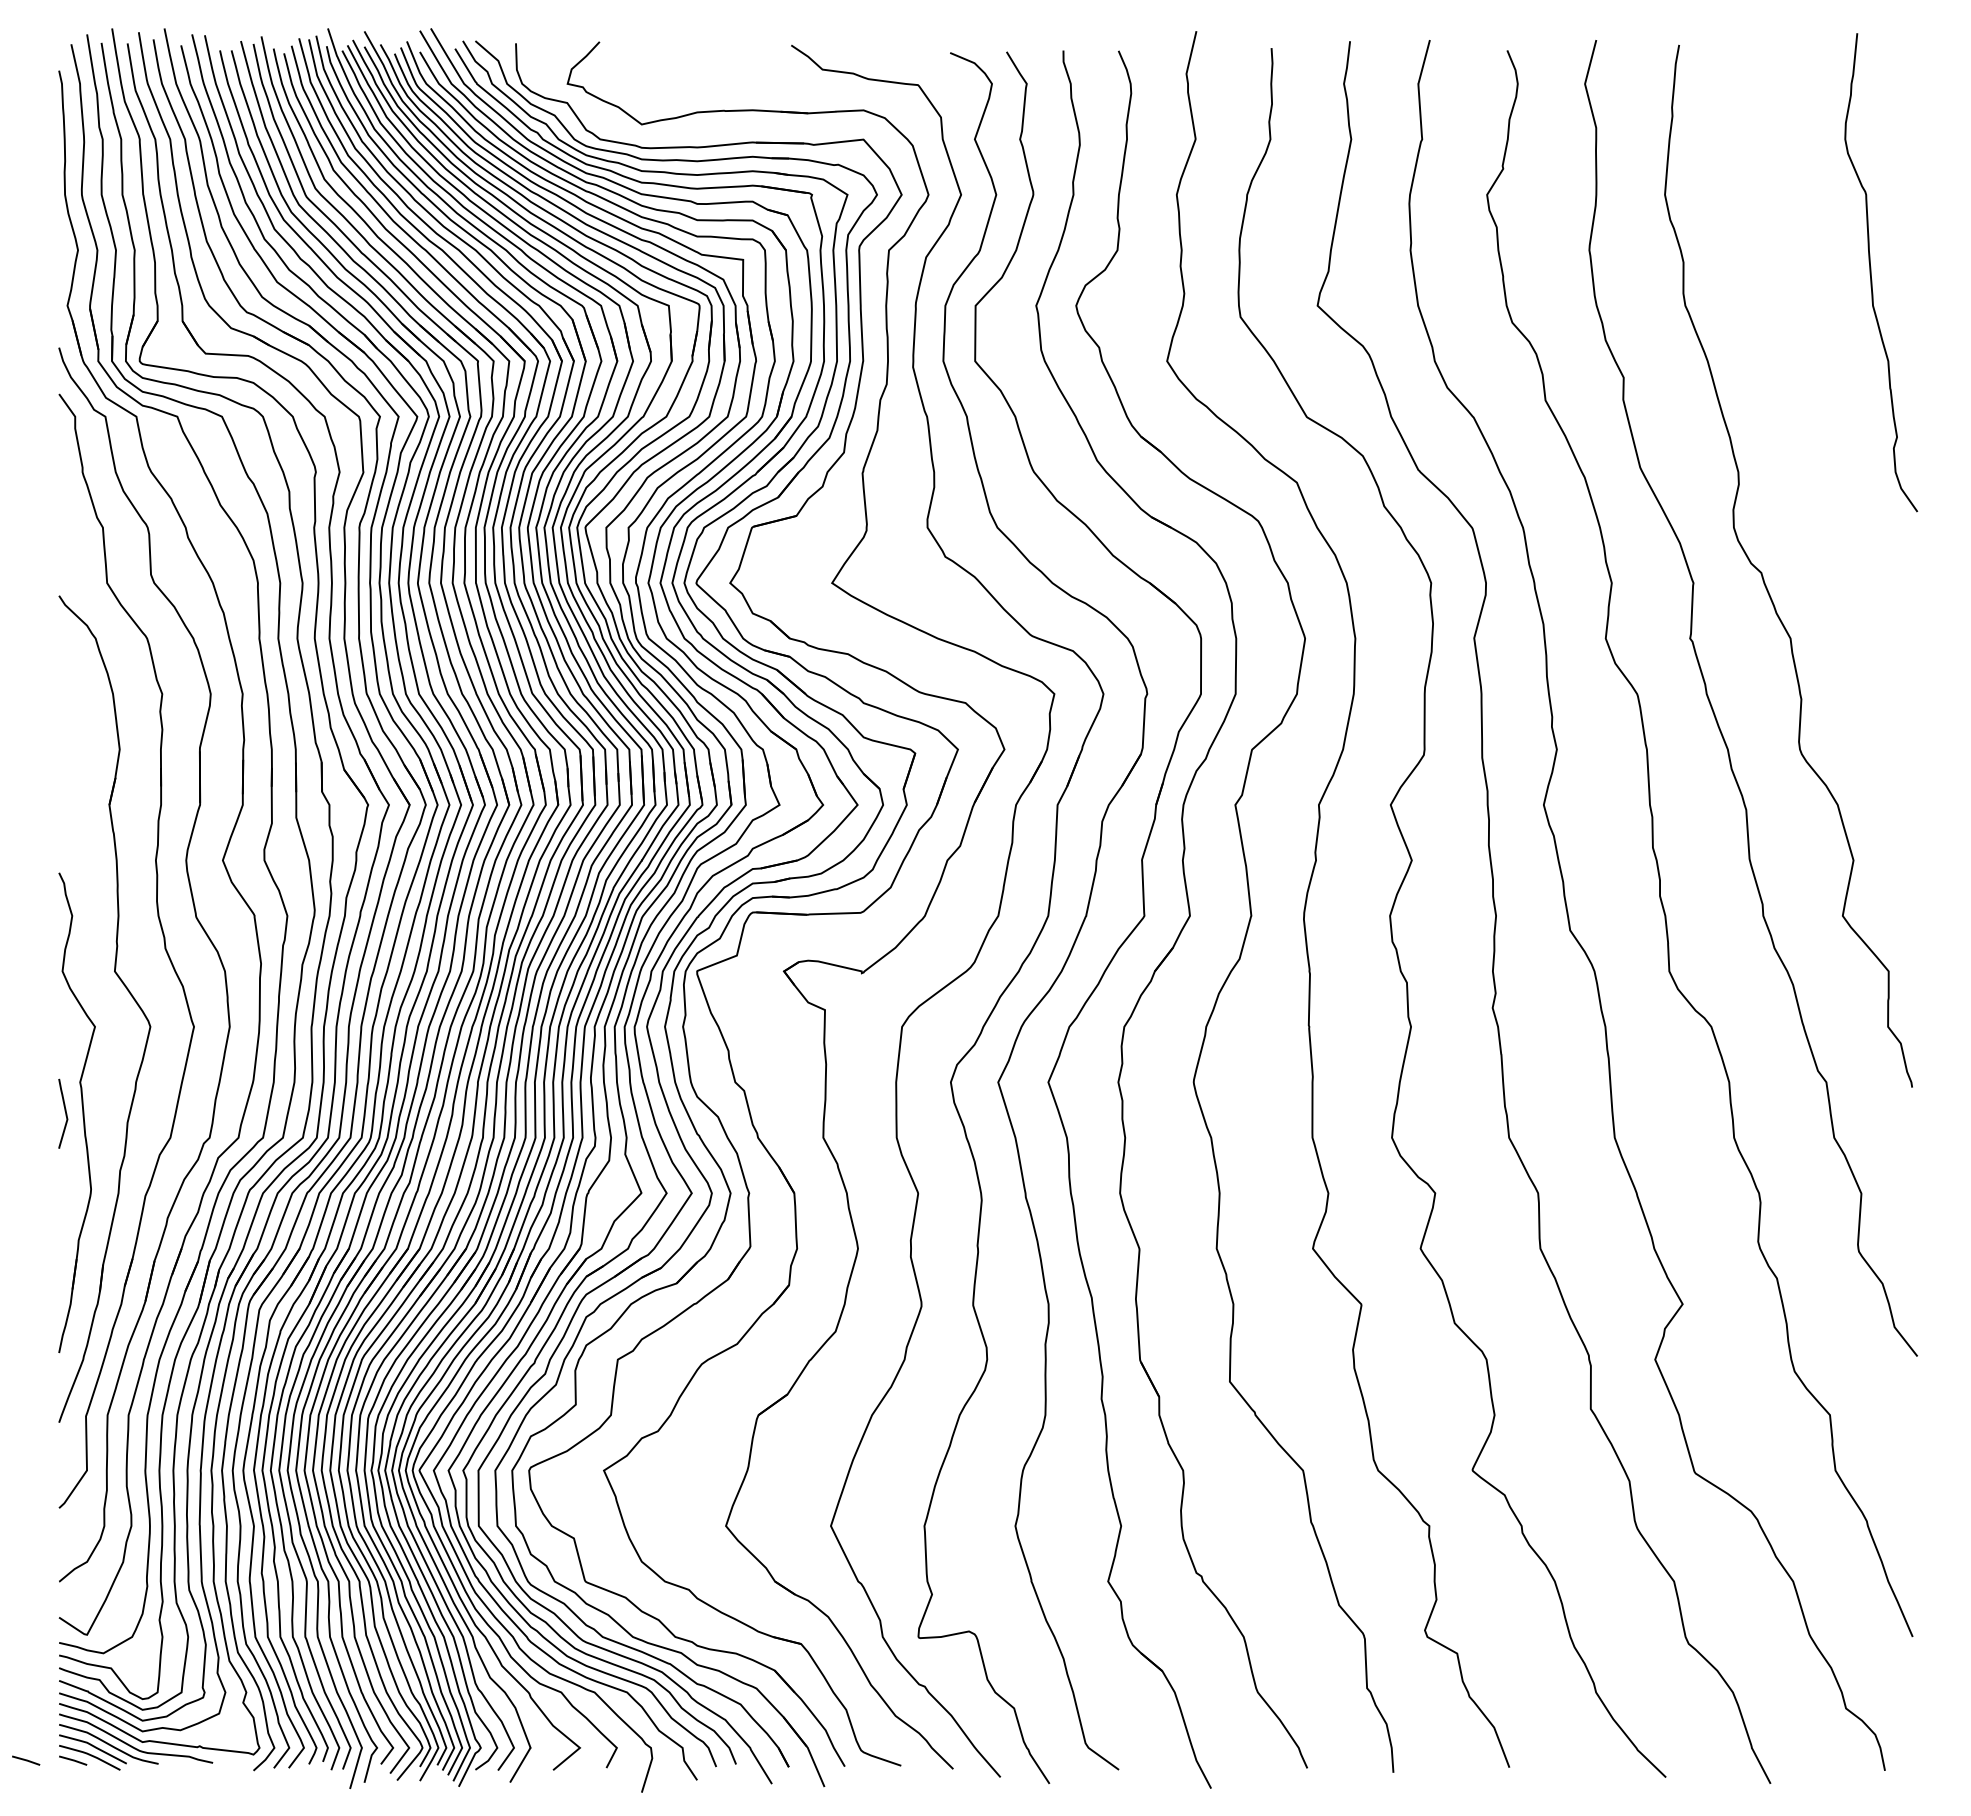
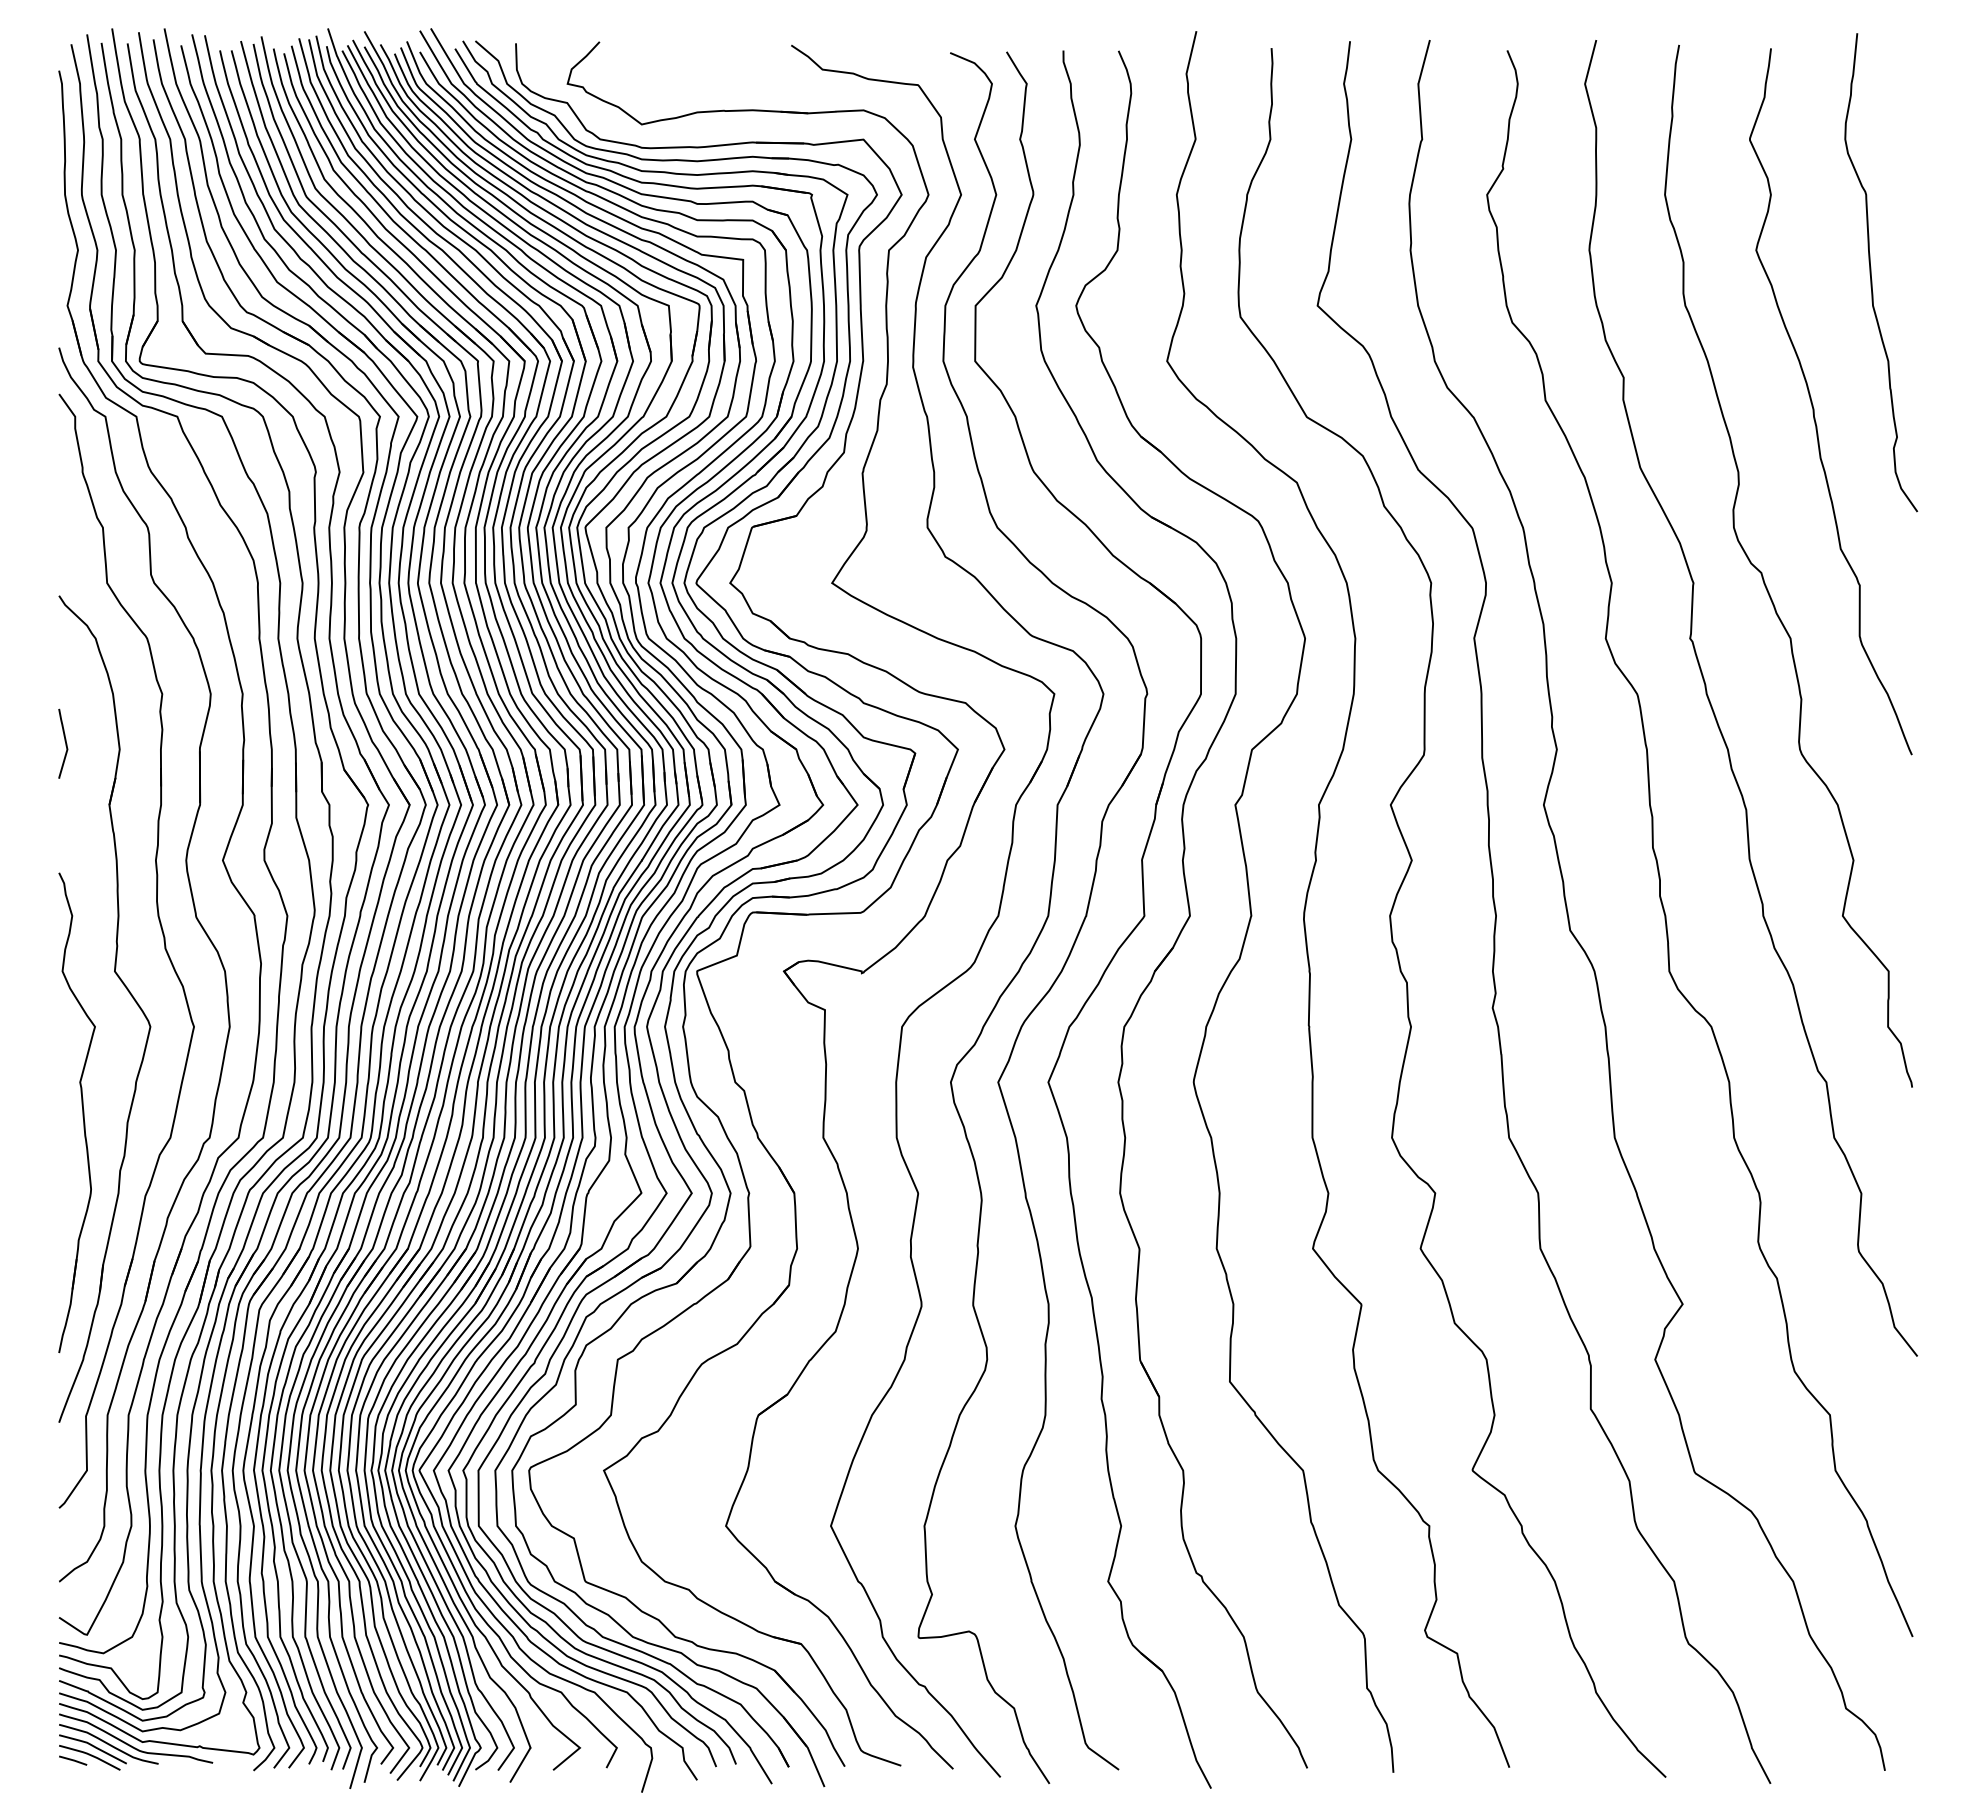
curve at (1813, 404): none -> present
curve at (65, 1113) position: (65, 1113) -> (65, 743)
line at (26, 1760): present -> none
